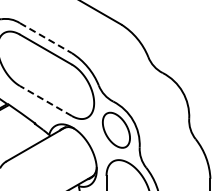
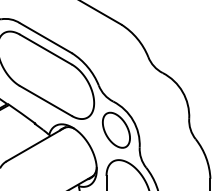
line at (45, 38): dashed -> solid
line at (45, 101): dashed -> solid
